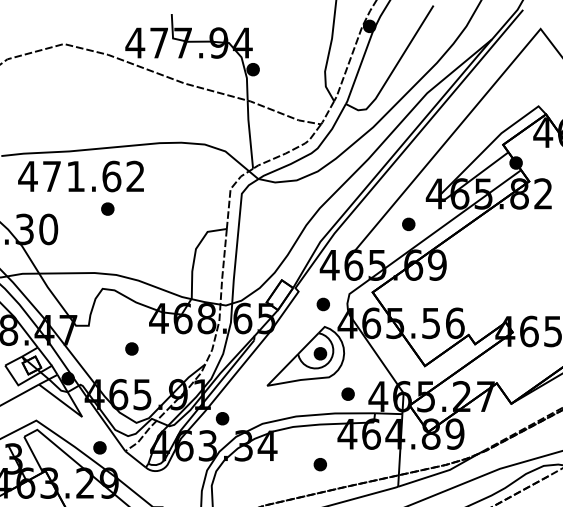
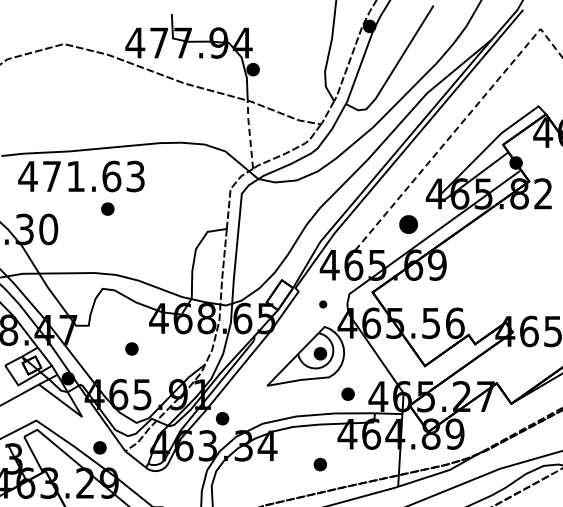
line at (456, 129): solid -> dashed
line at (249, 134): solid -> dashed
text at (135, 176): 471.62 -> 471.63
part at (408, 223) size: 14x14 px -> 19x19 px
part at (322, 304) size: 14x15 px -> 9x9 px
